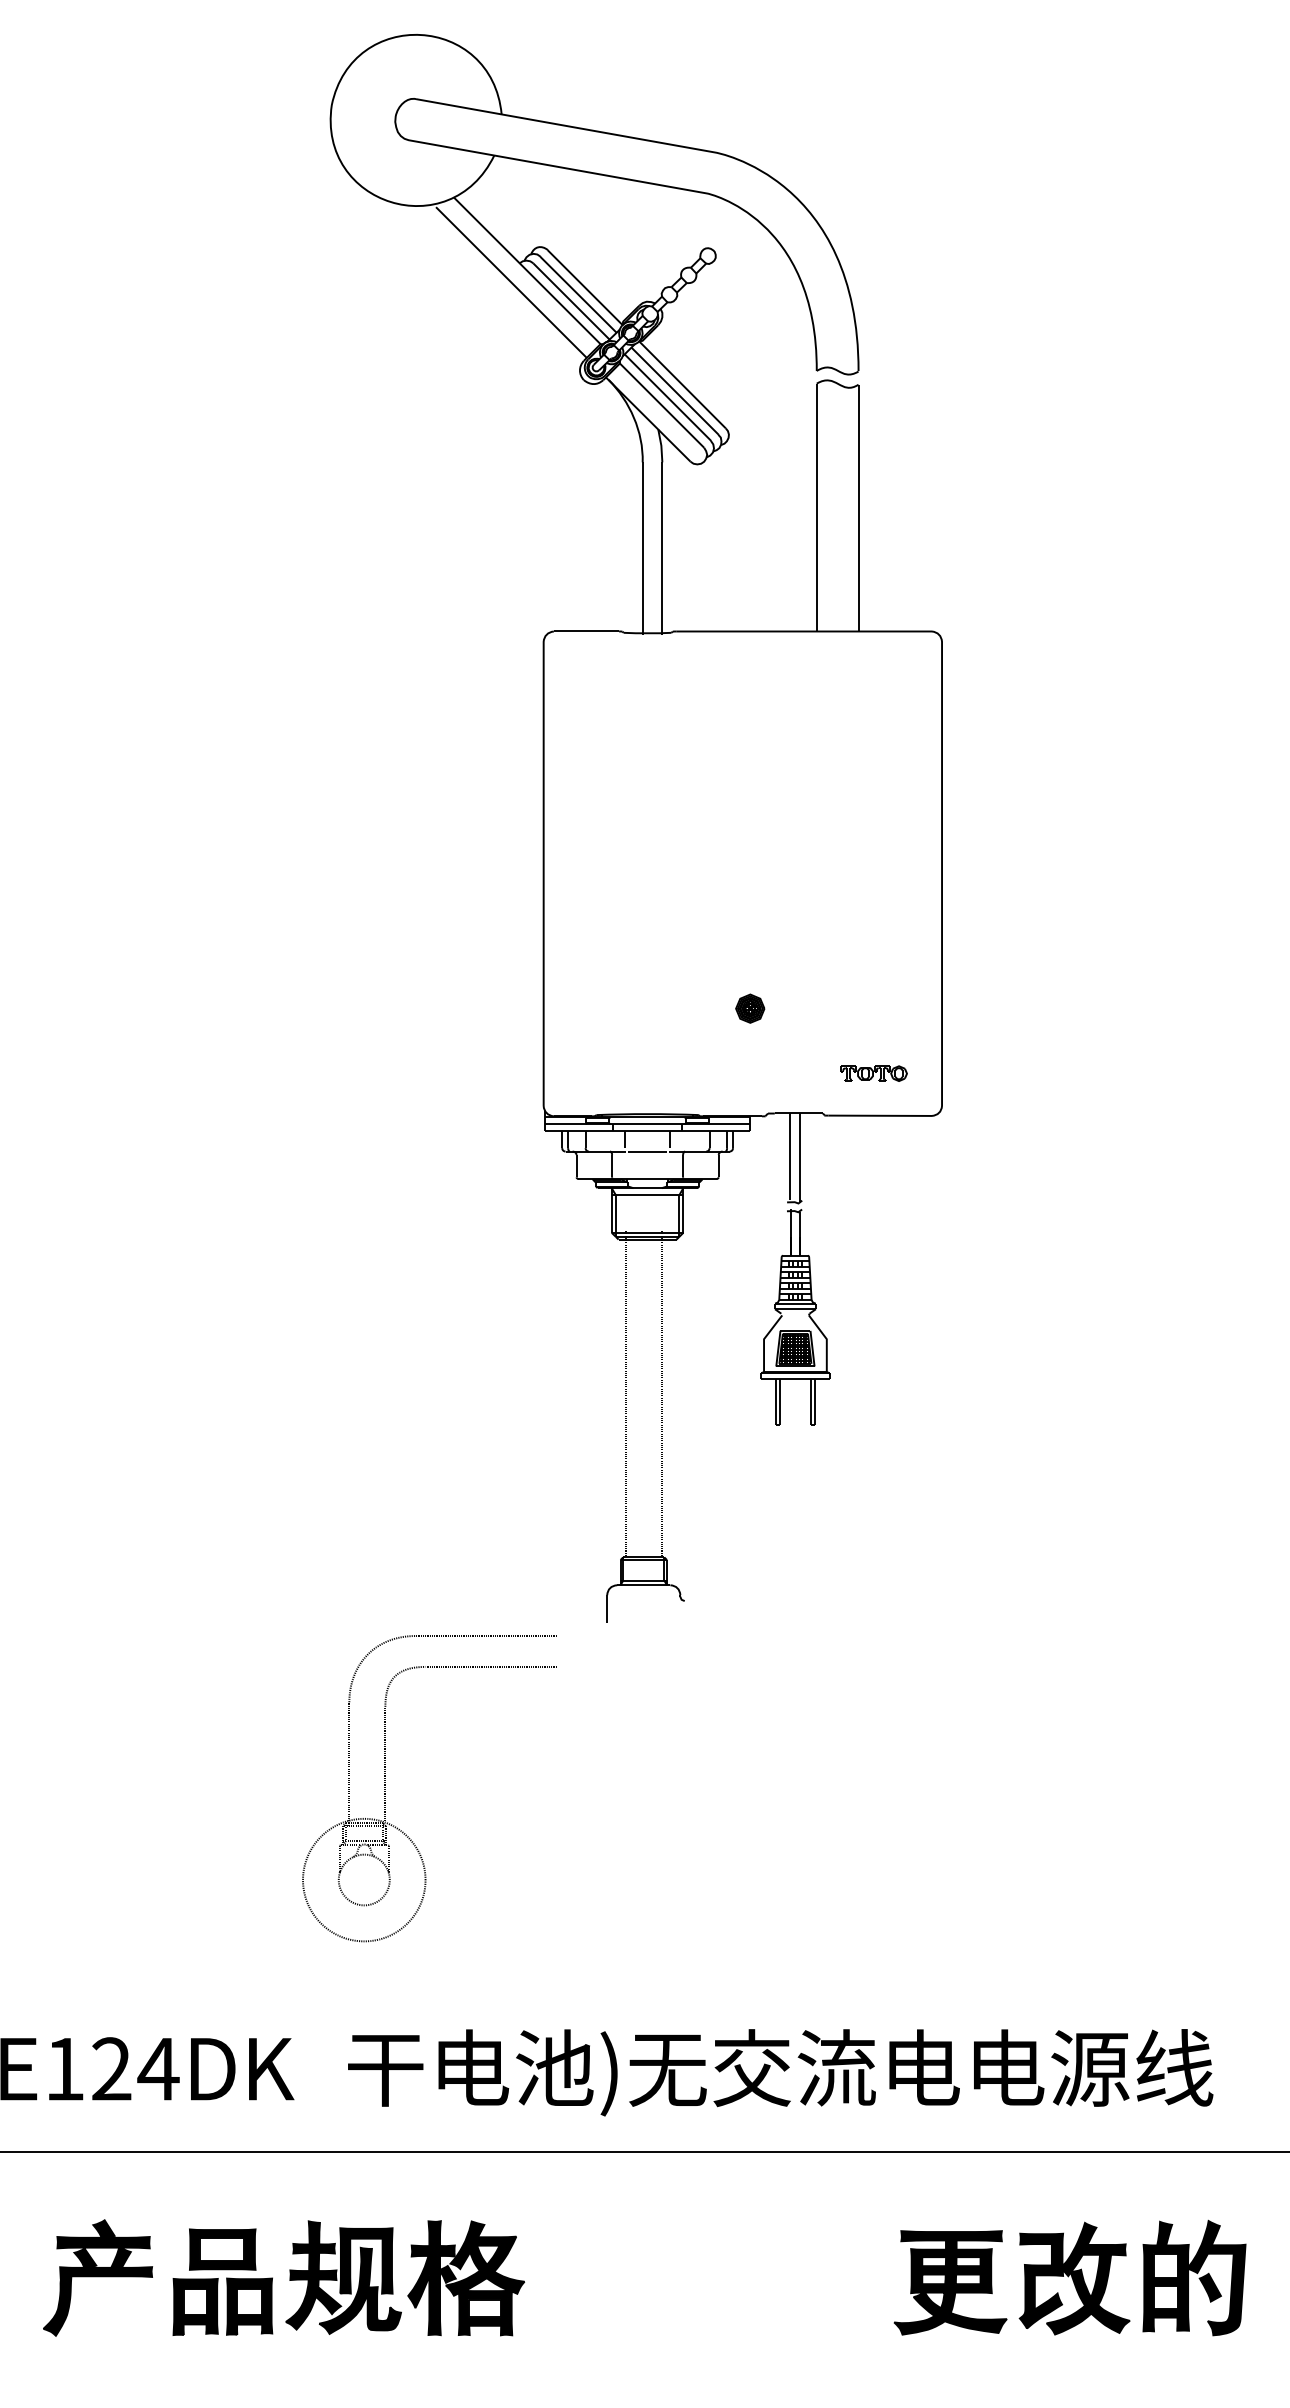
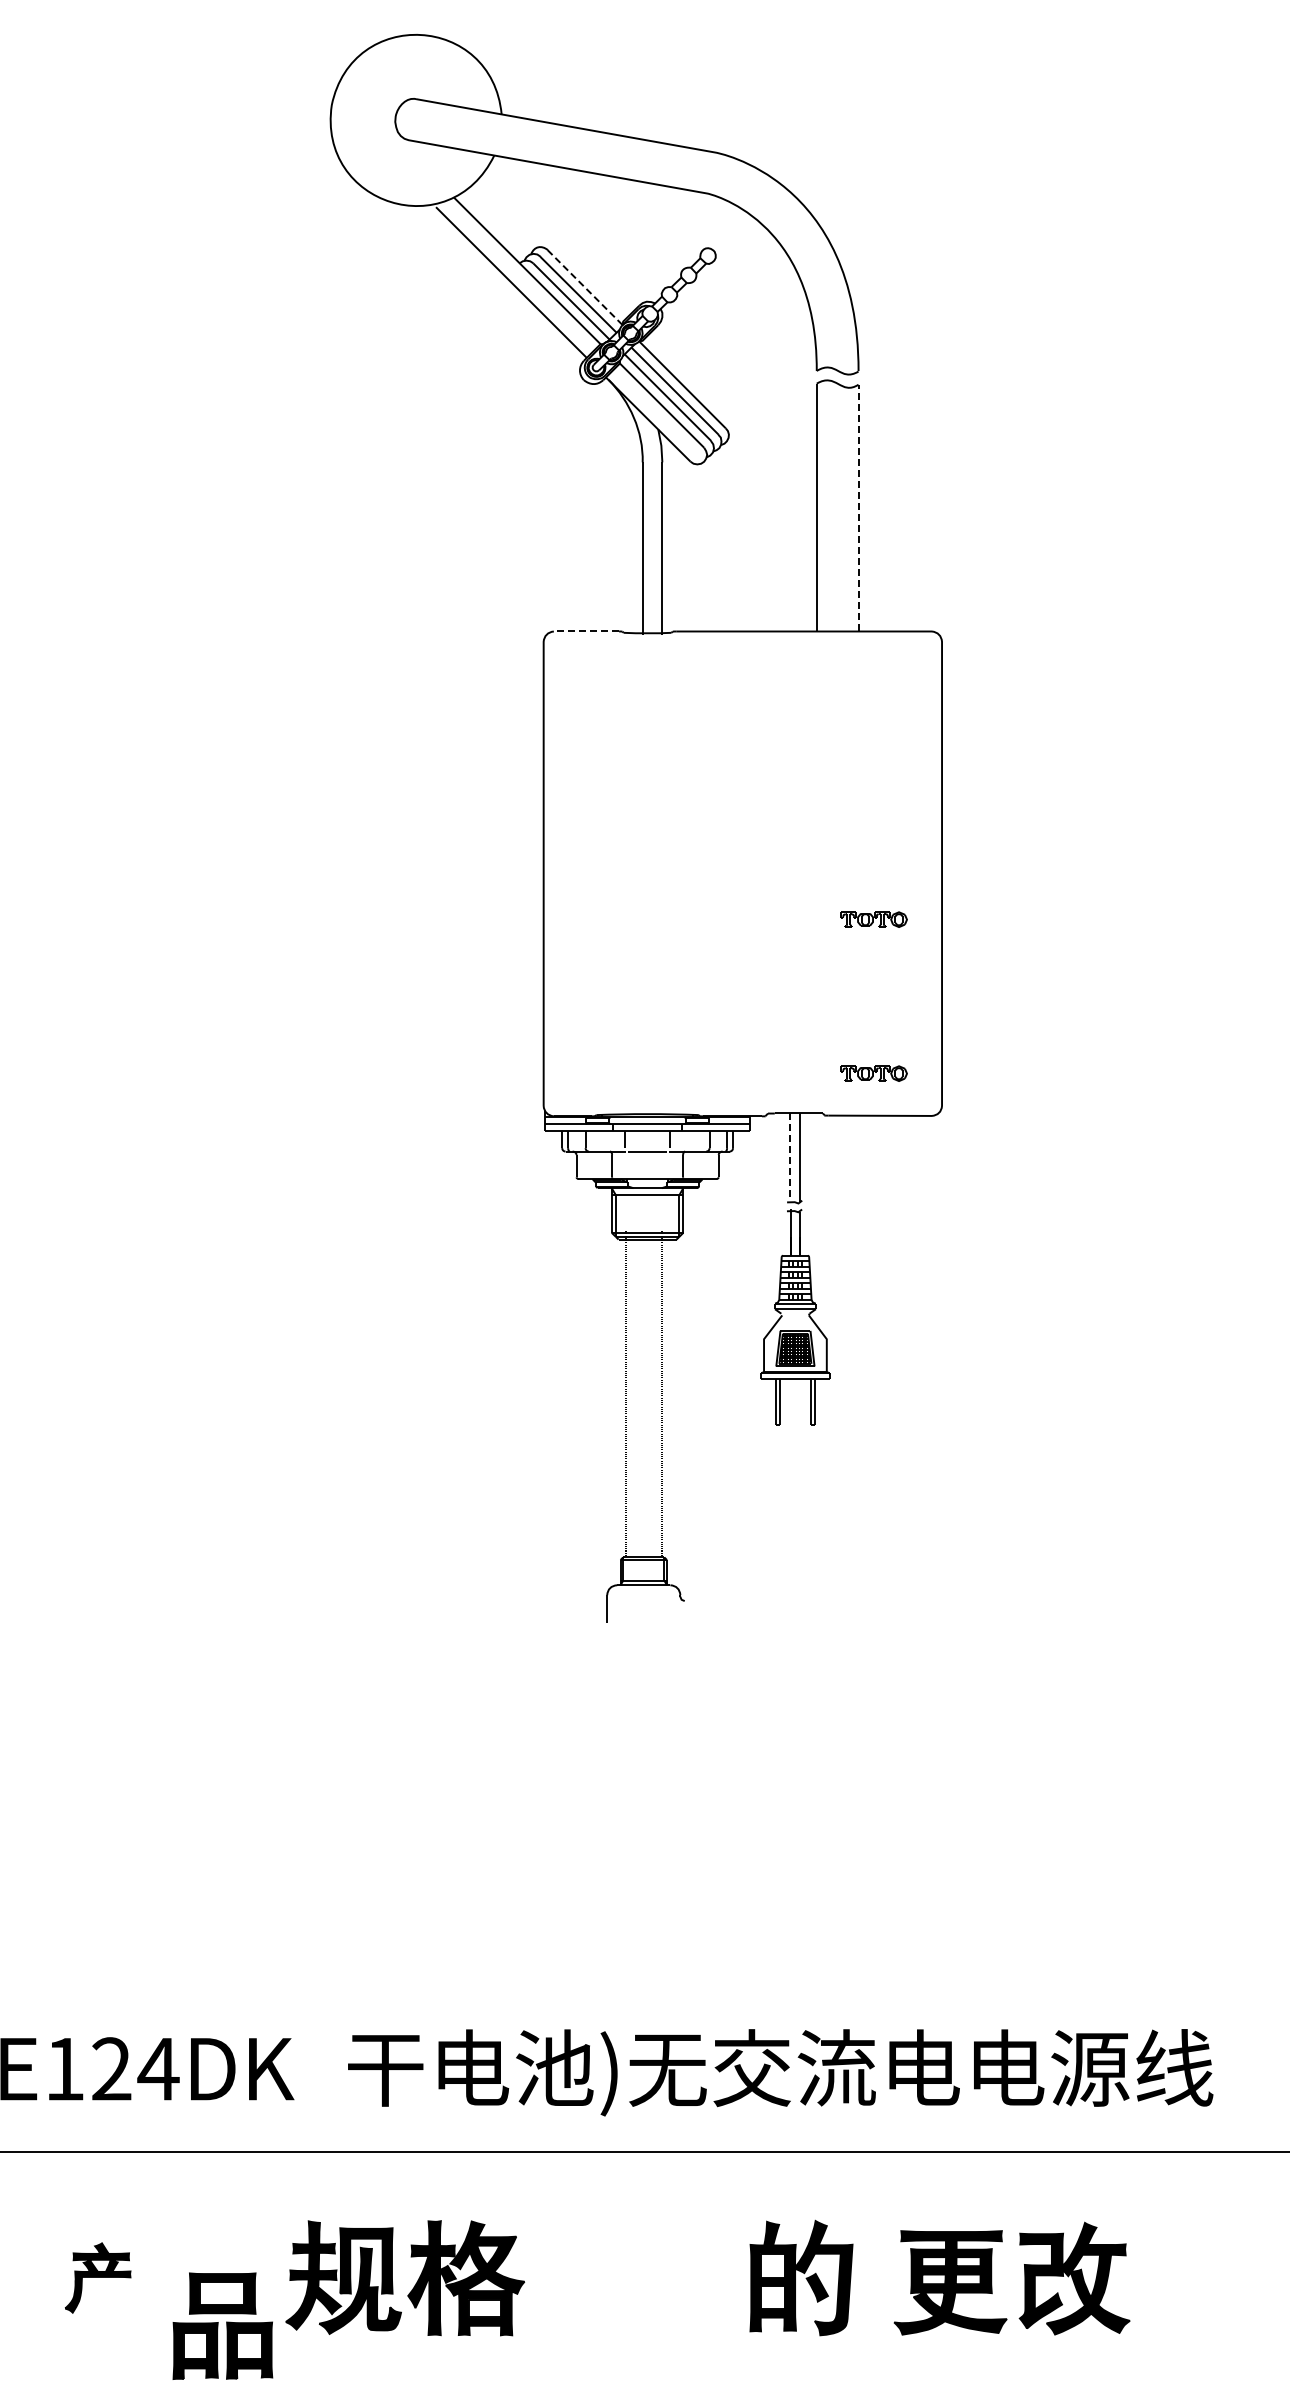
line at (585, 287): solid -> dashed
line at (858, 507): solid -> dashed
line at (586, 631): solid -> dashed
part at (873, 919): none -> present
part at (750, 1008): present -> none
line at (790, 1156): solid -> dashed
part at (385, 1787): present -> none
part at (97, 2277) size: 110x118 px -> 67x72 px
part at (1194, 2277) position: (1194, 2277) -> (801, 2277)
part at (222, 2281) position: (222, 2281) -> (222, 2325)
